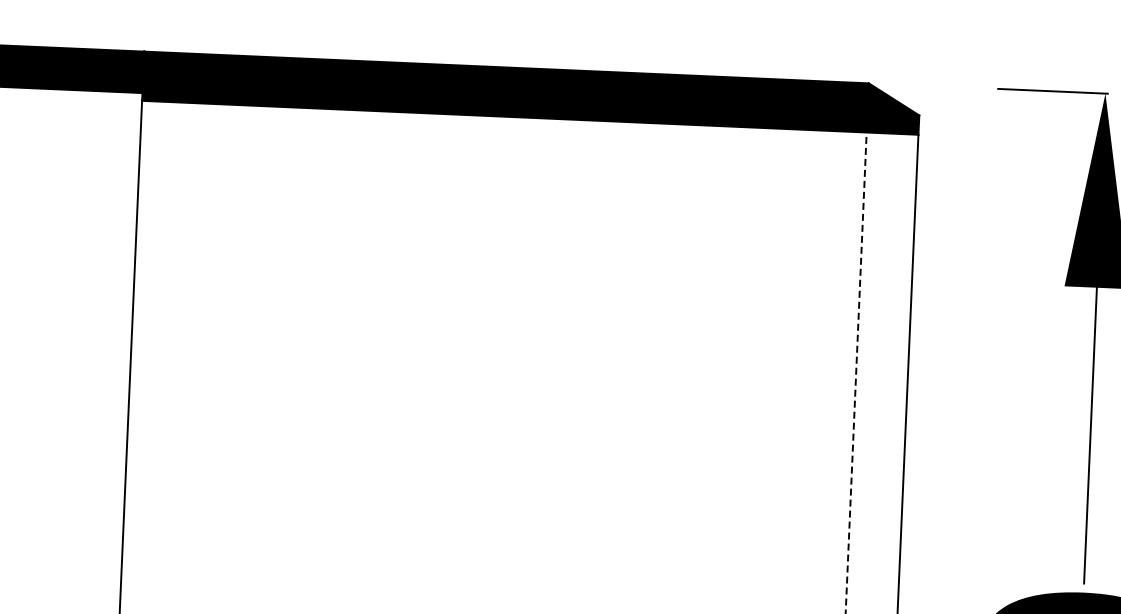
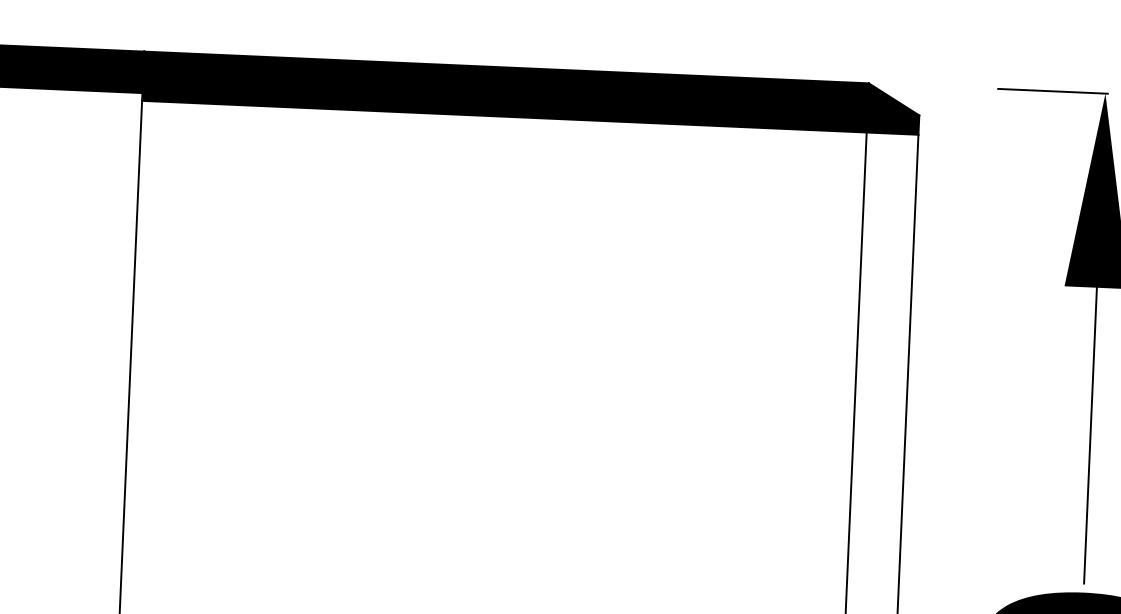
line at (857, 348): dashed -> solid
